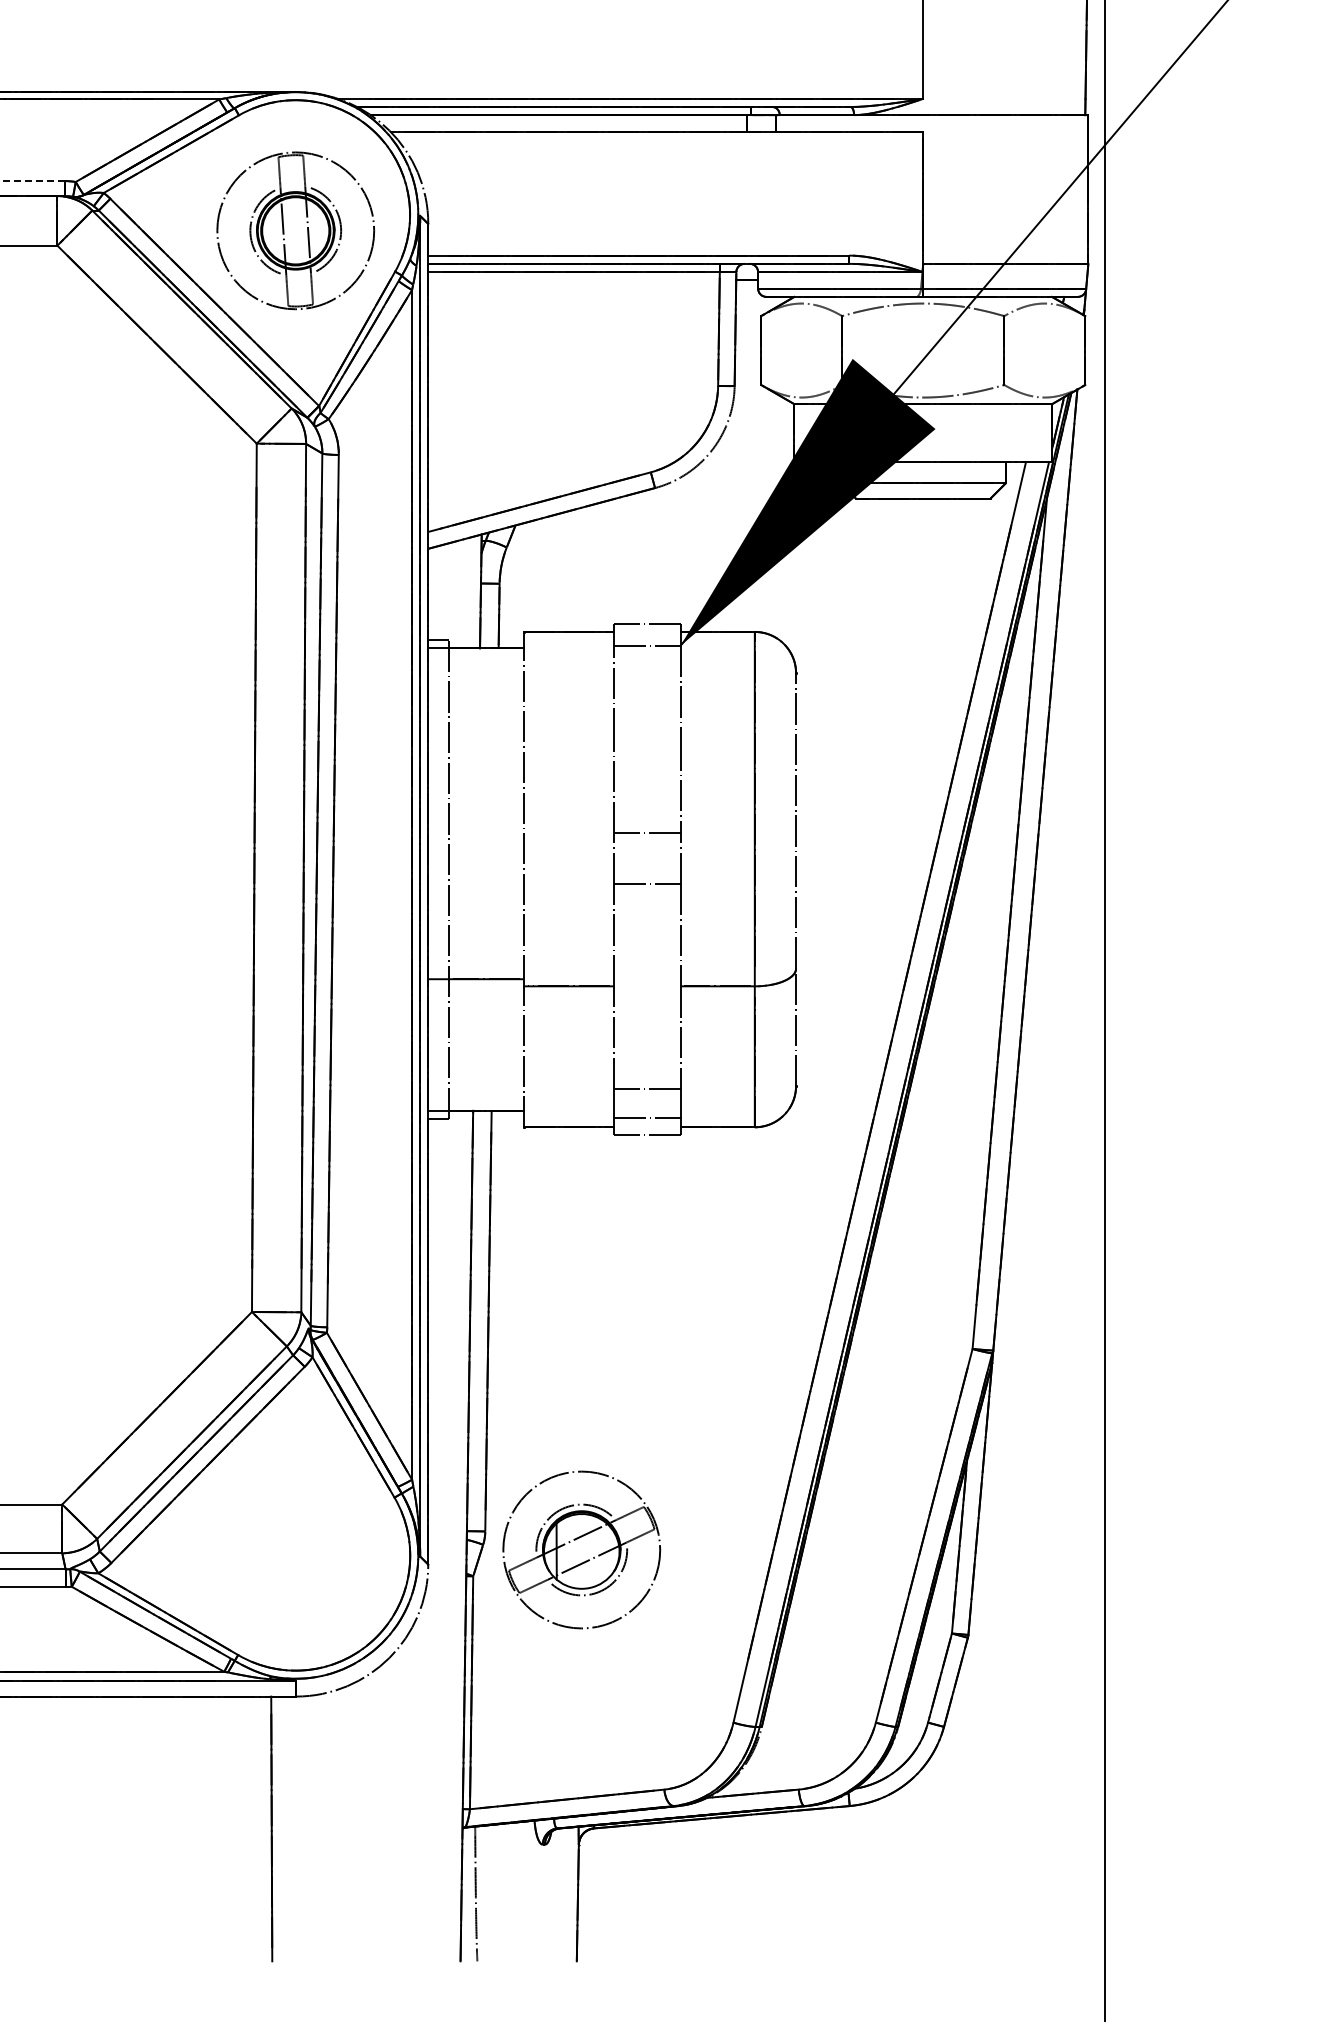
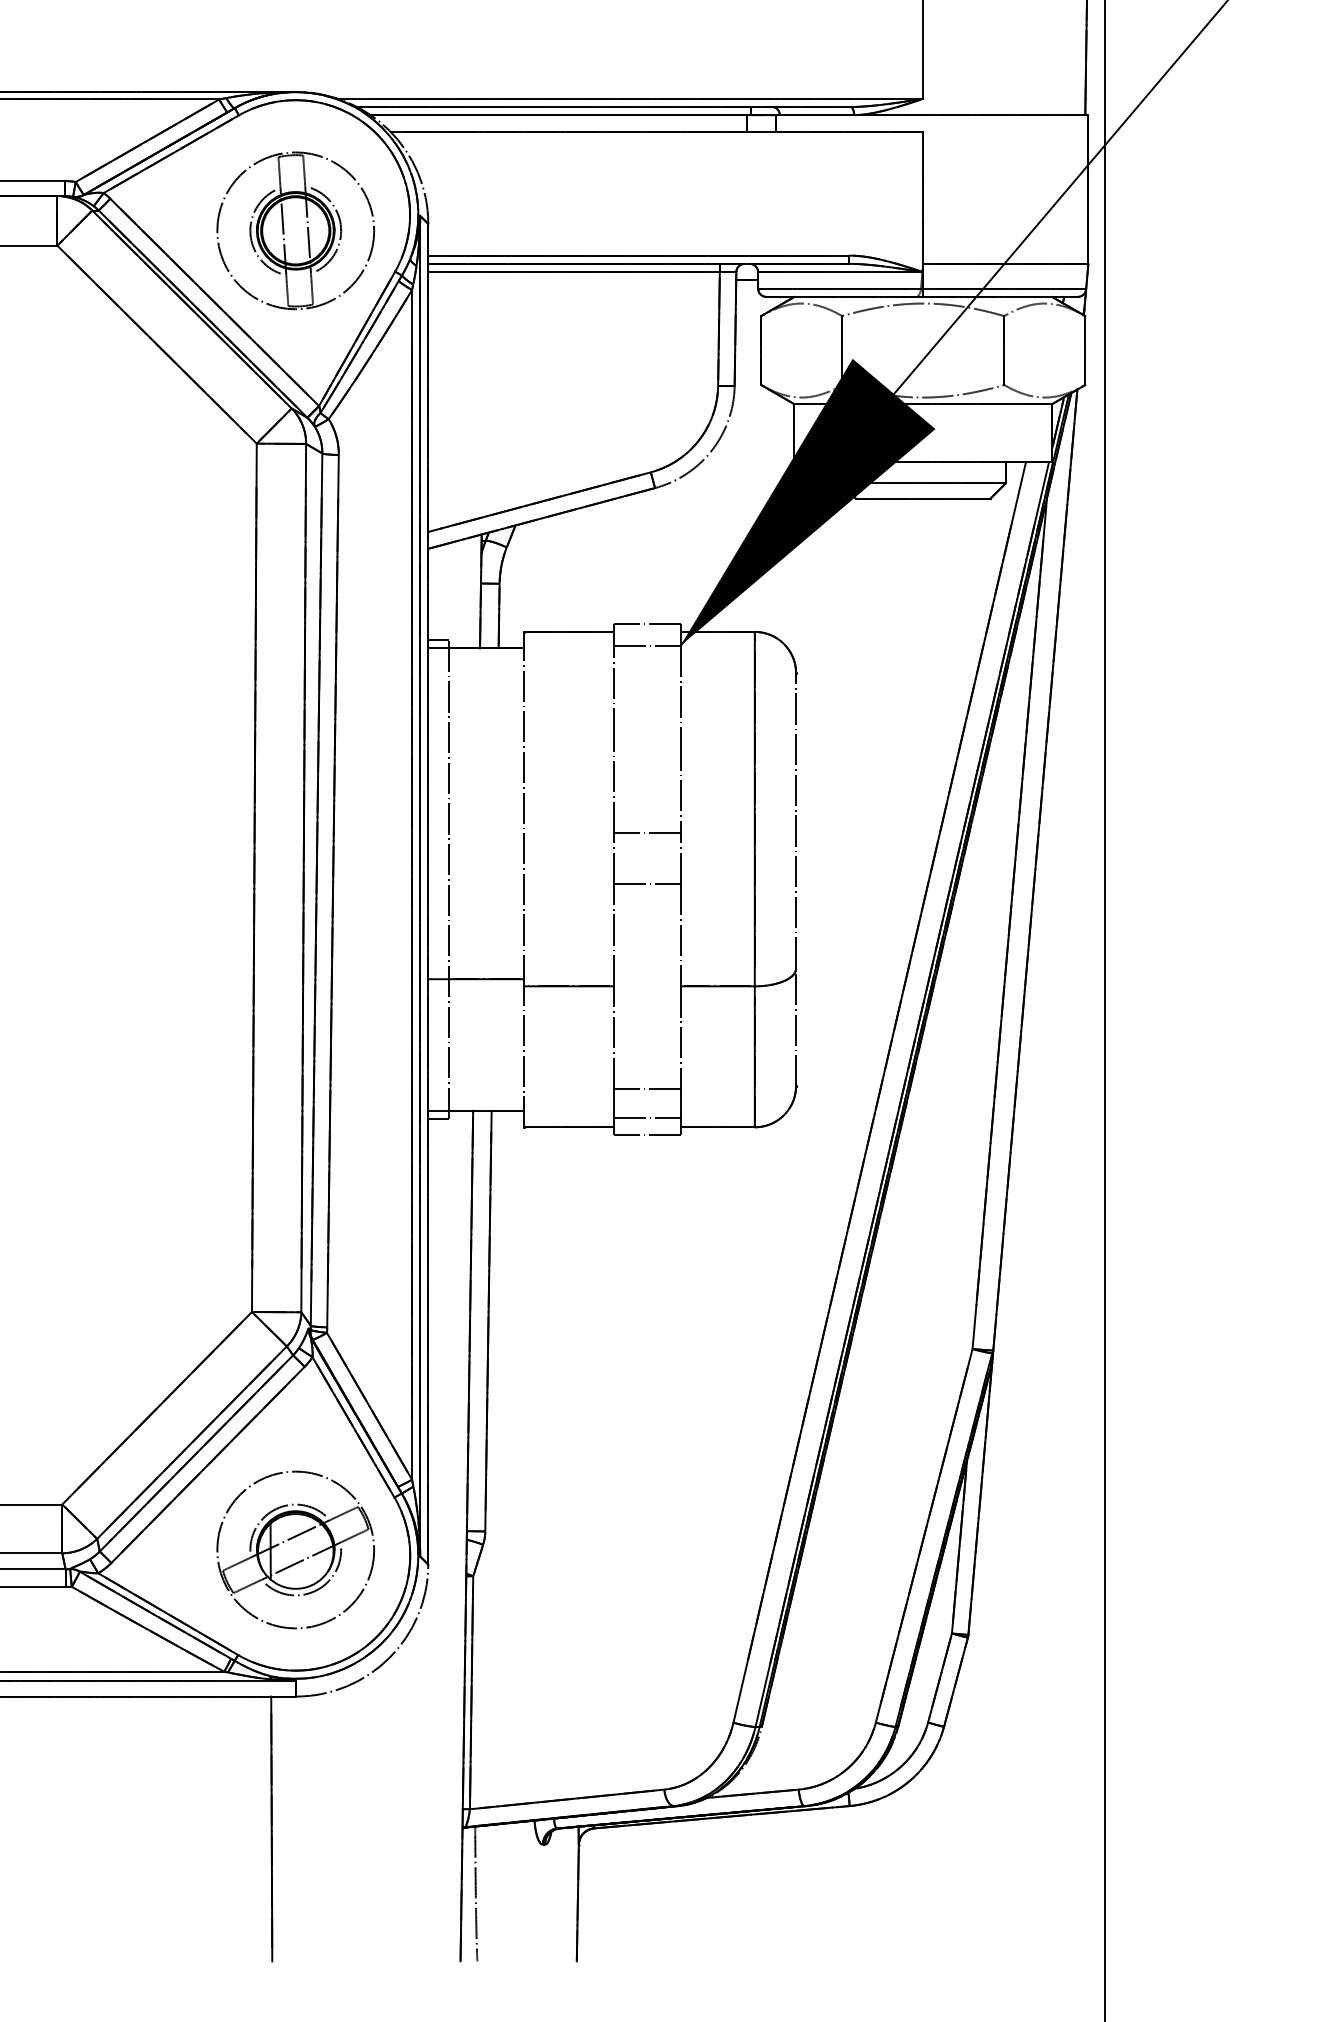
line at (32, 181): dashed -> solid
part at (581, 1549) position: (581, 1549) -> (295, 1549)
